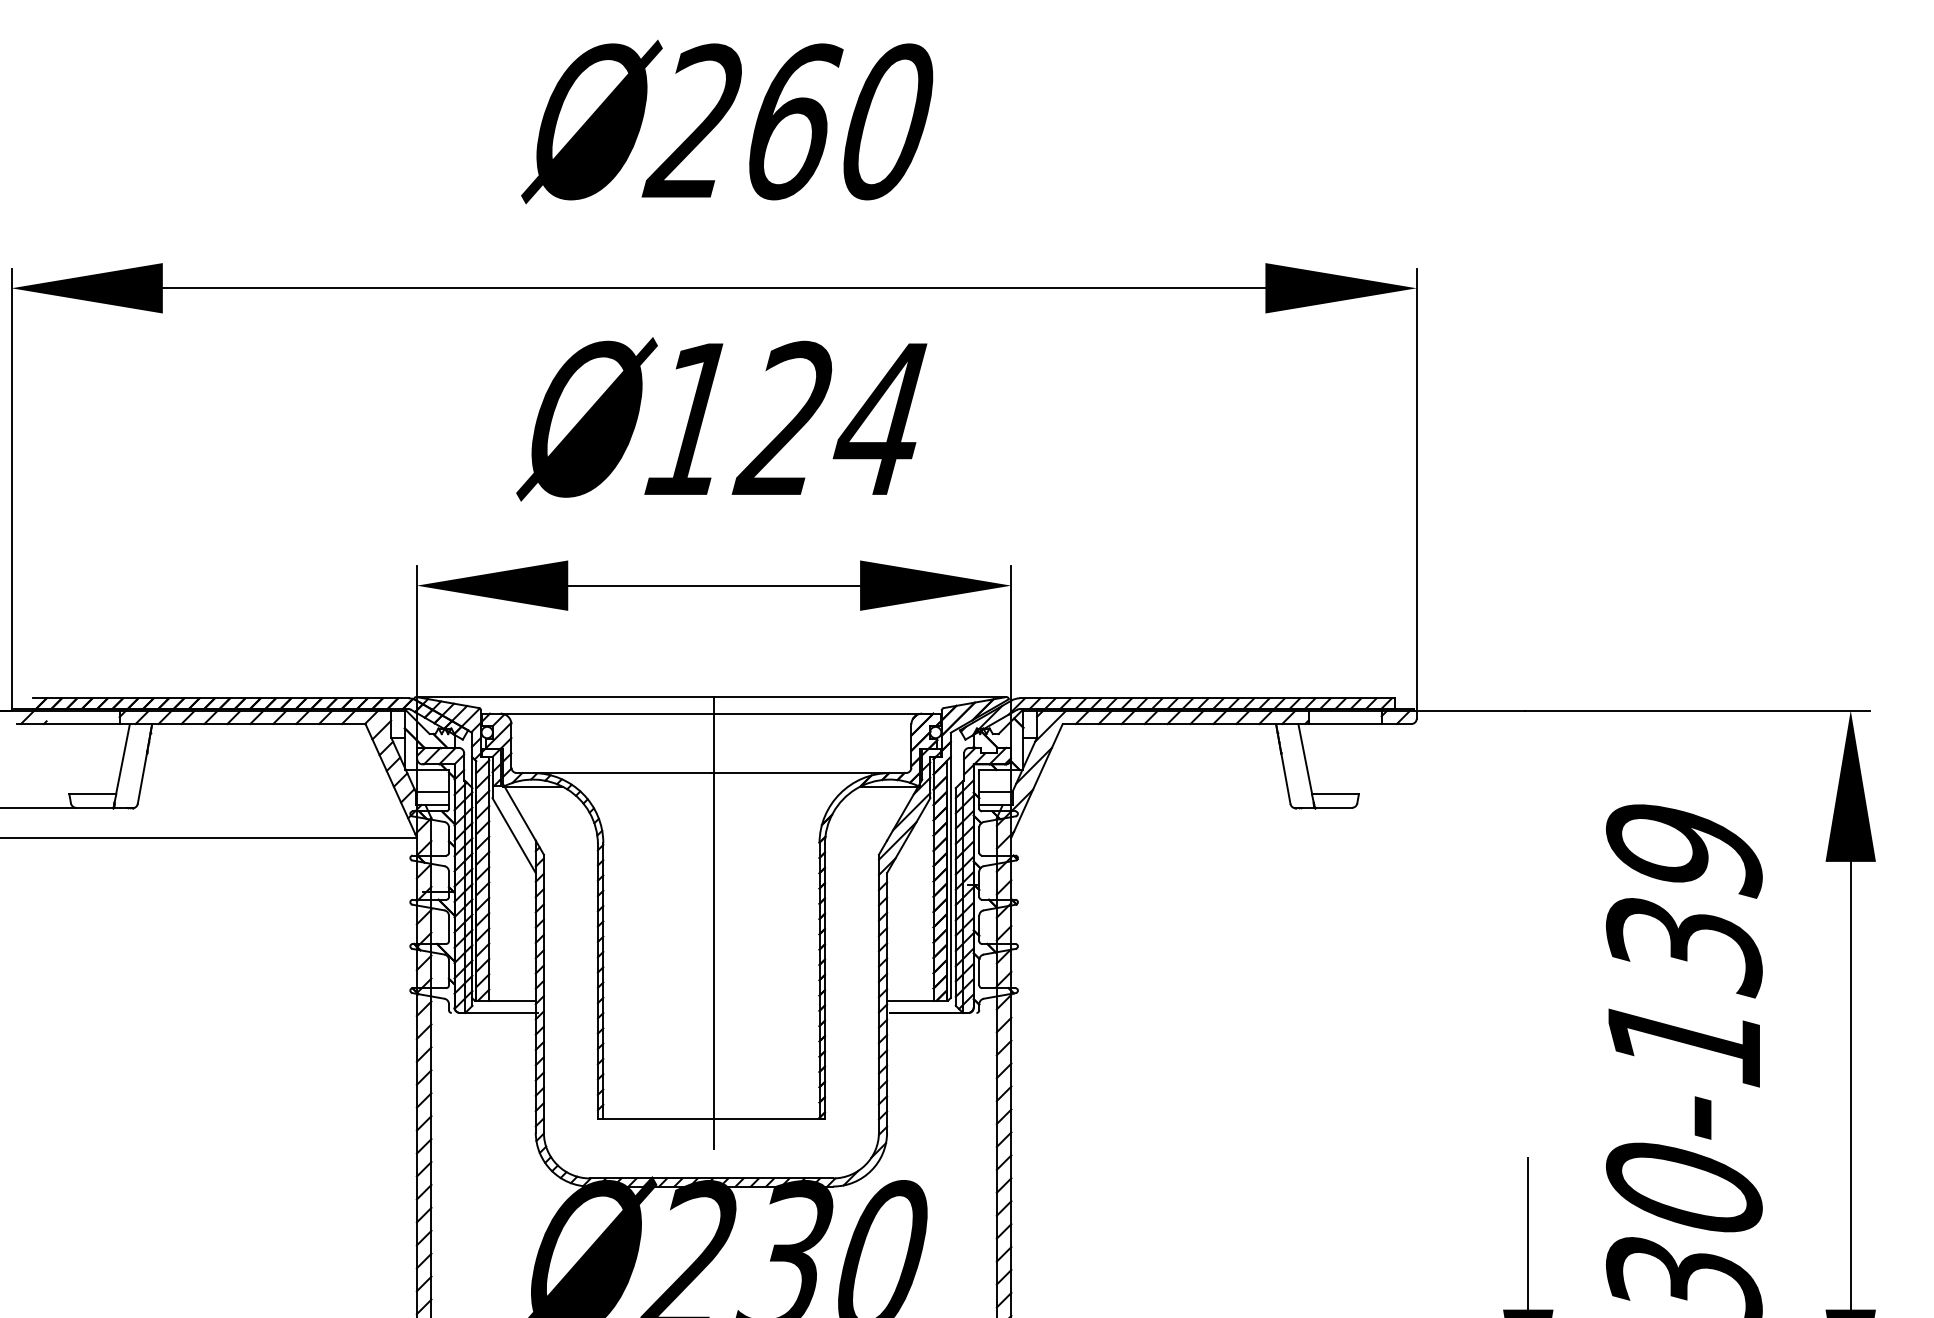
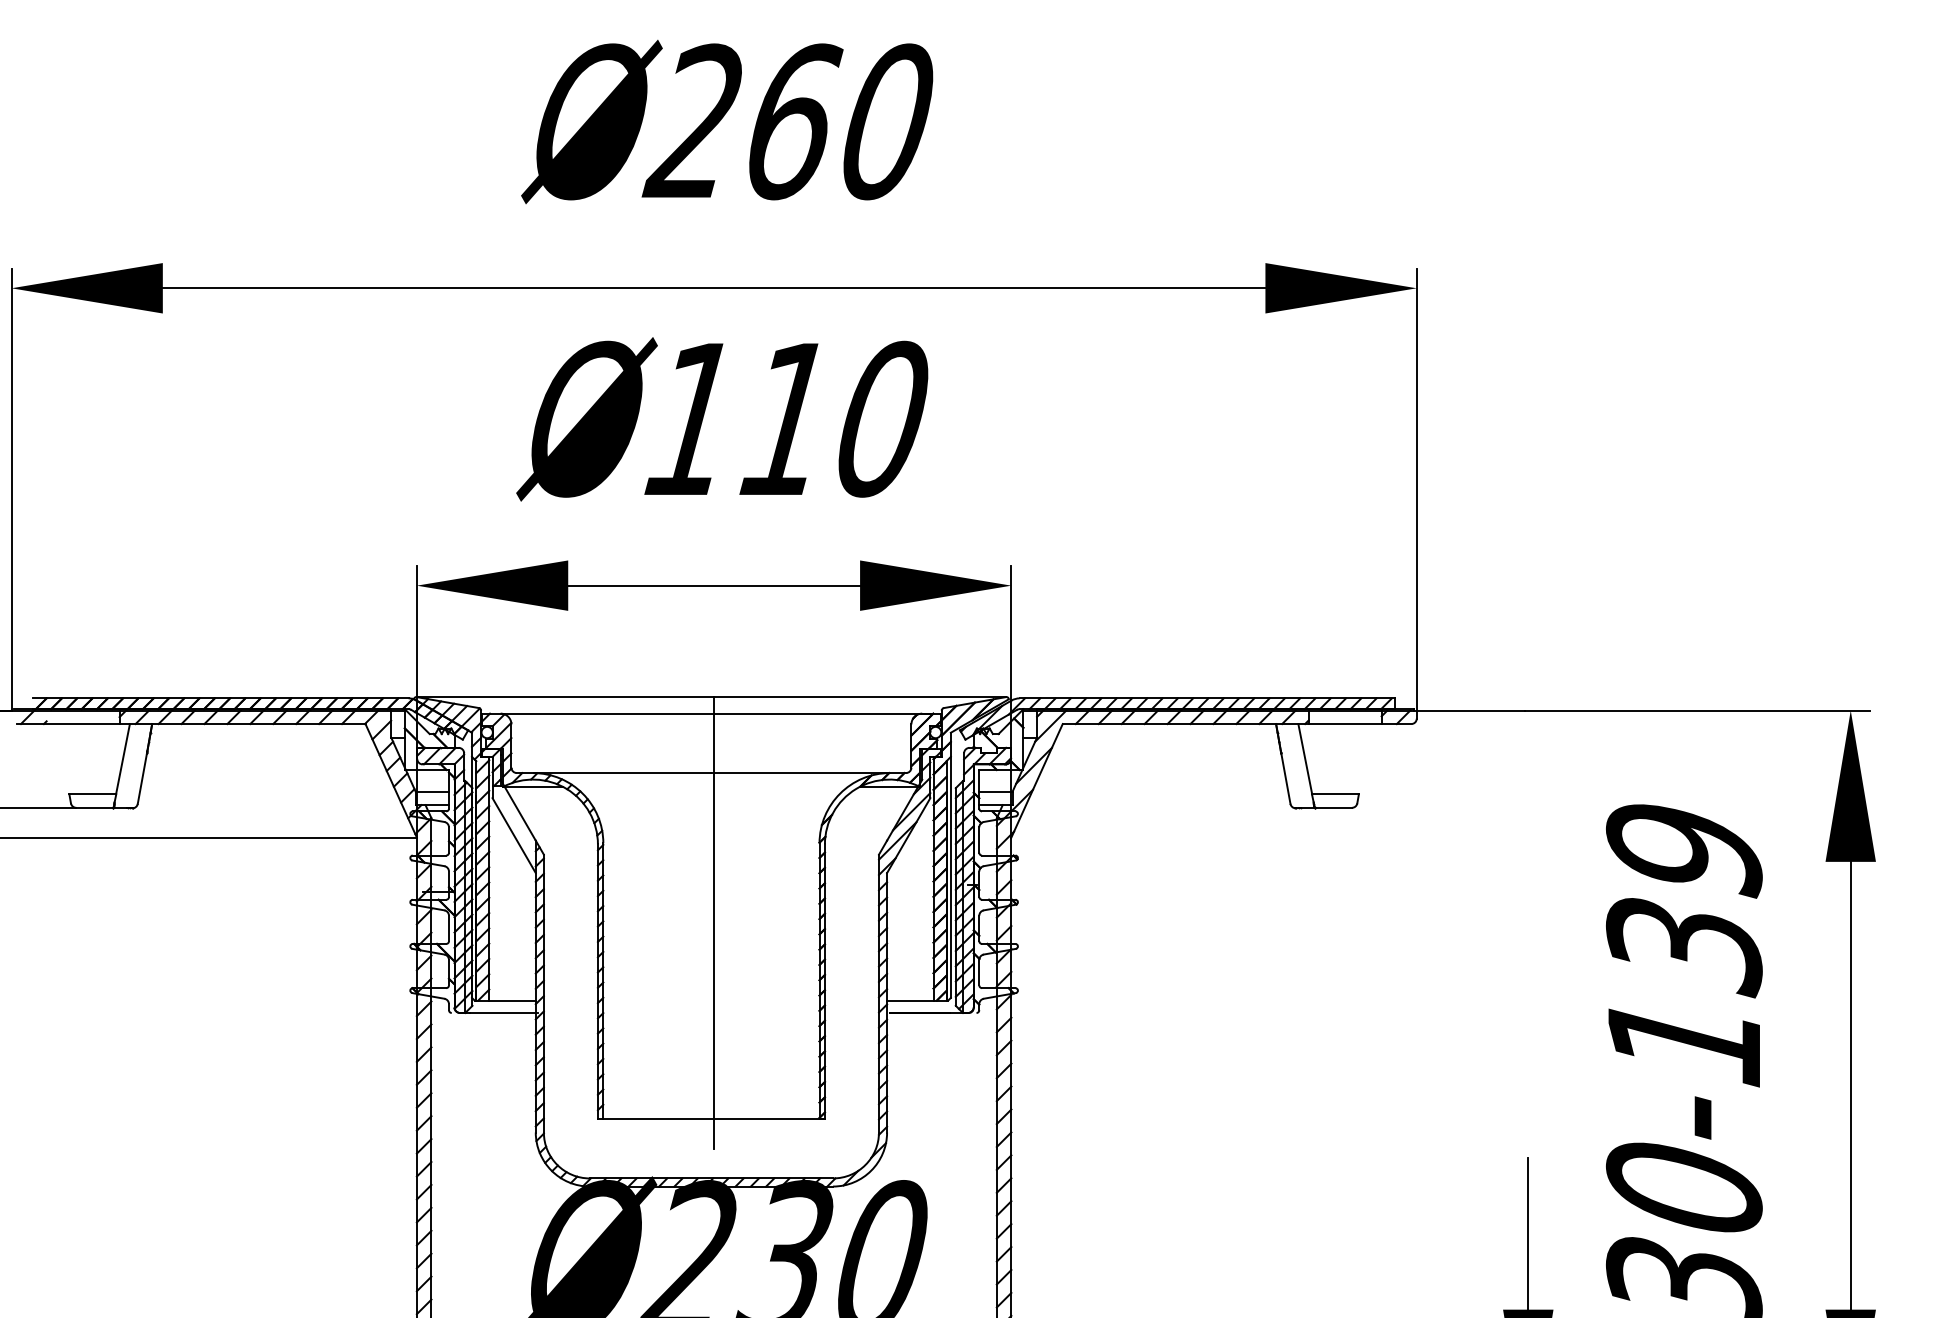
text at (829, 418): 124 -> 110
